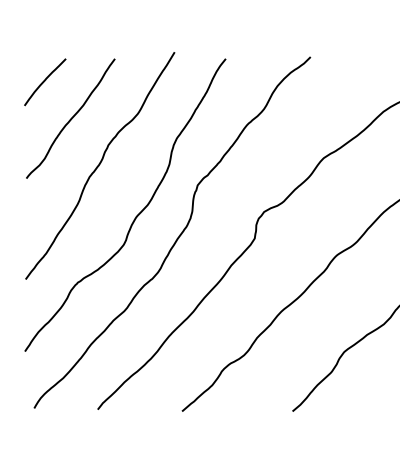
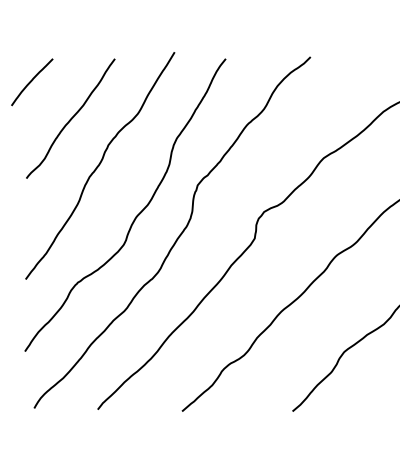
curve at (45, 81) position: (45, 81) -> (32, 81)
